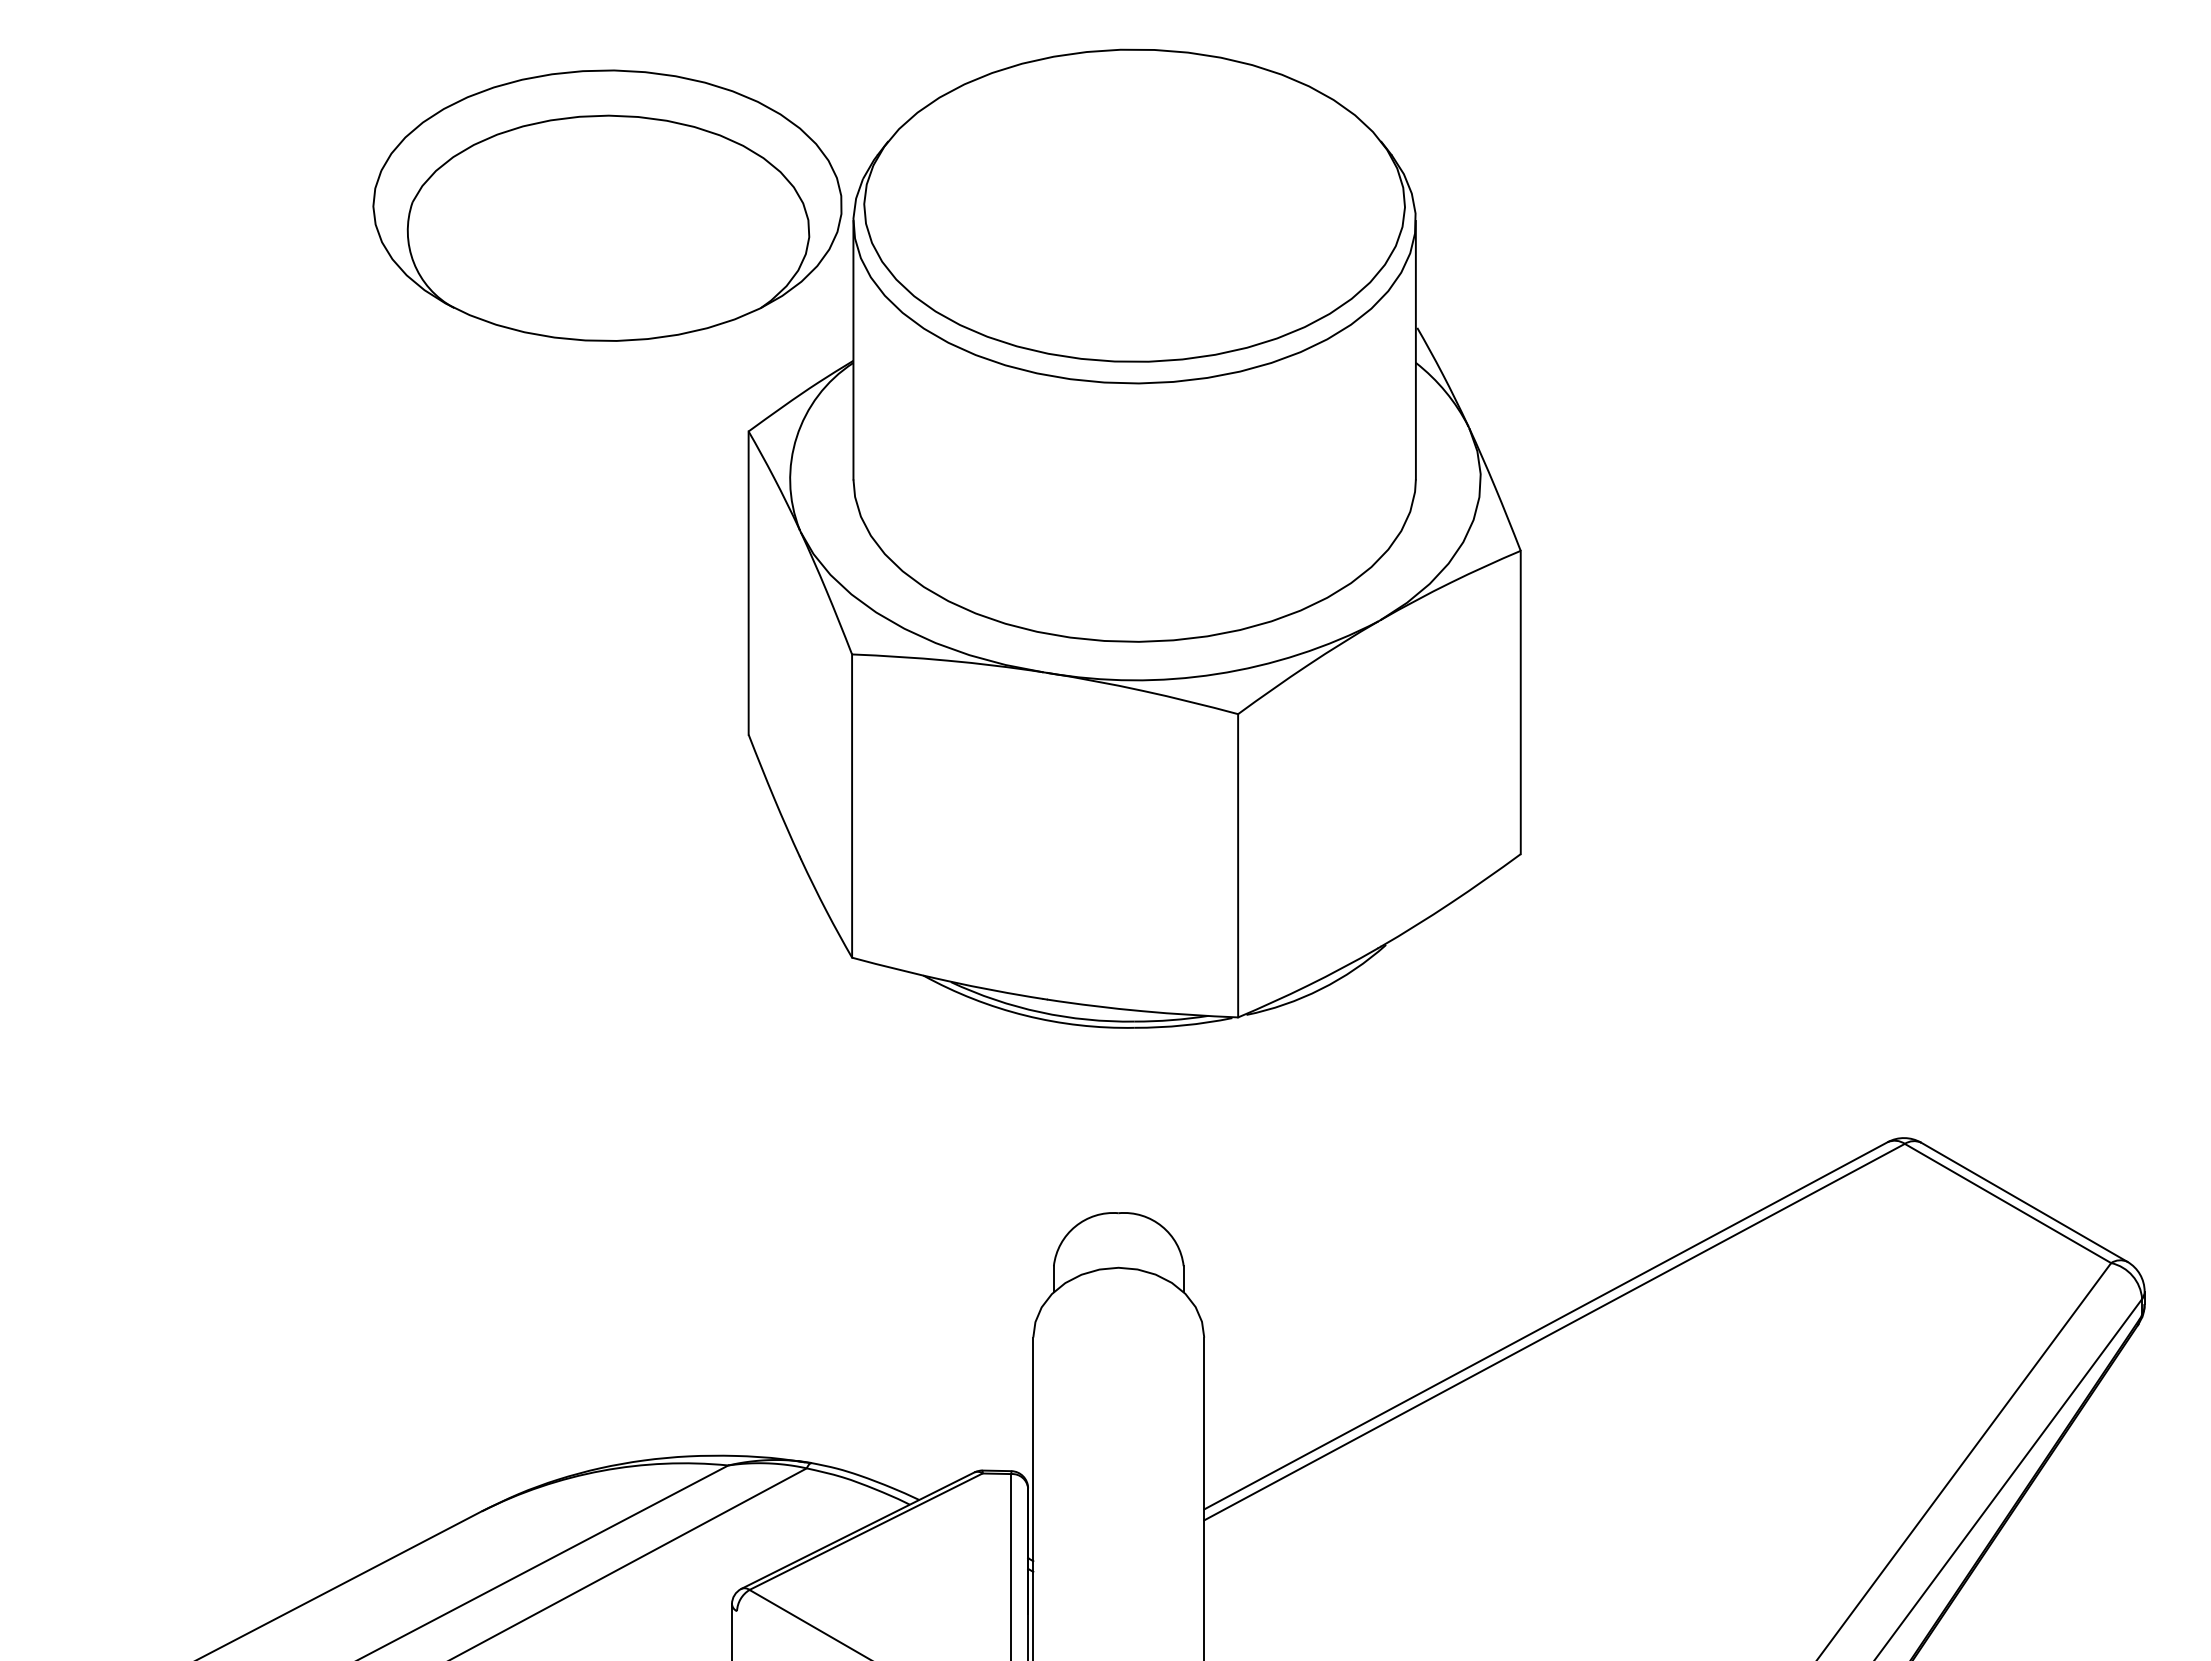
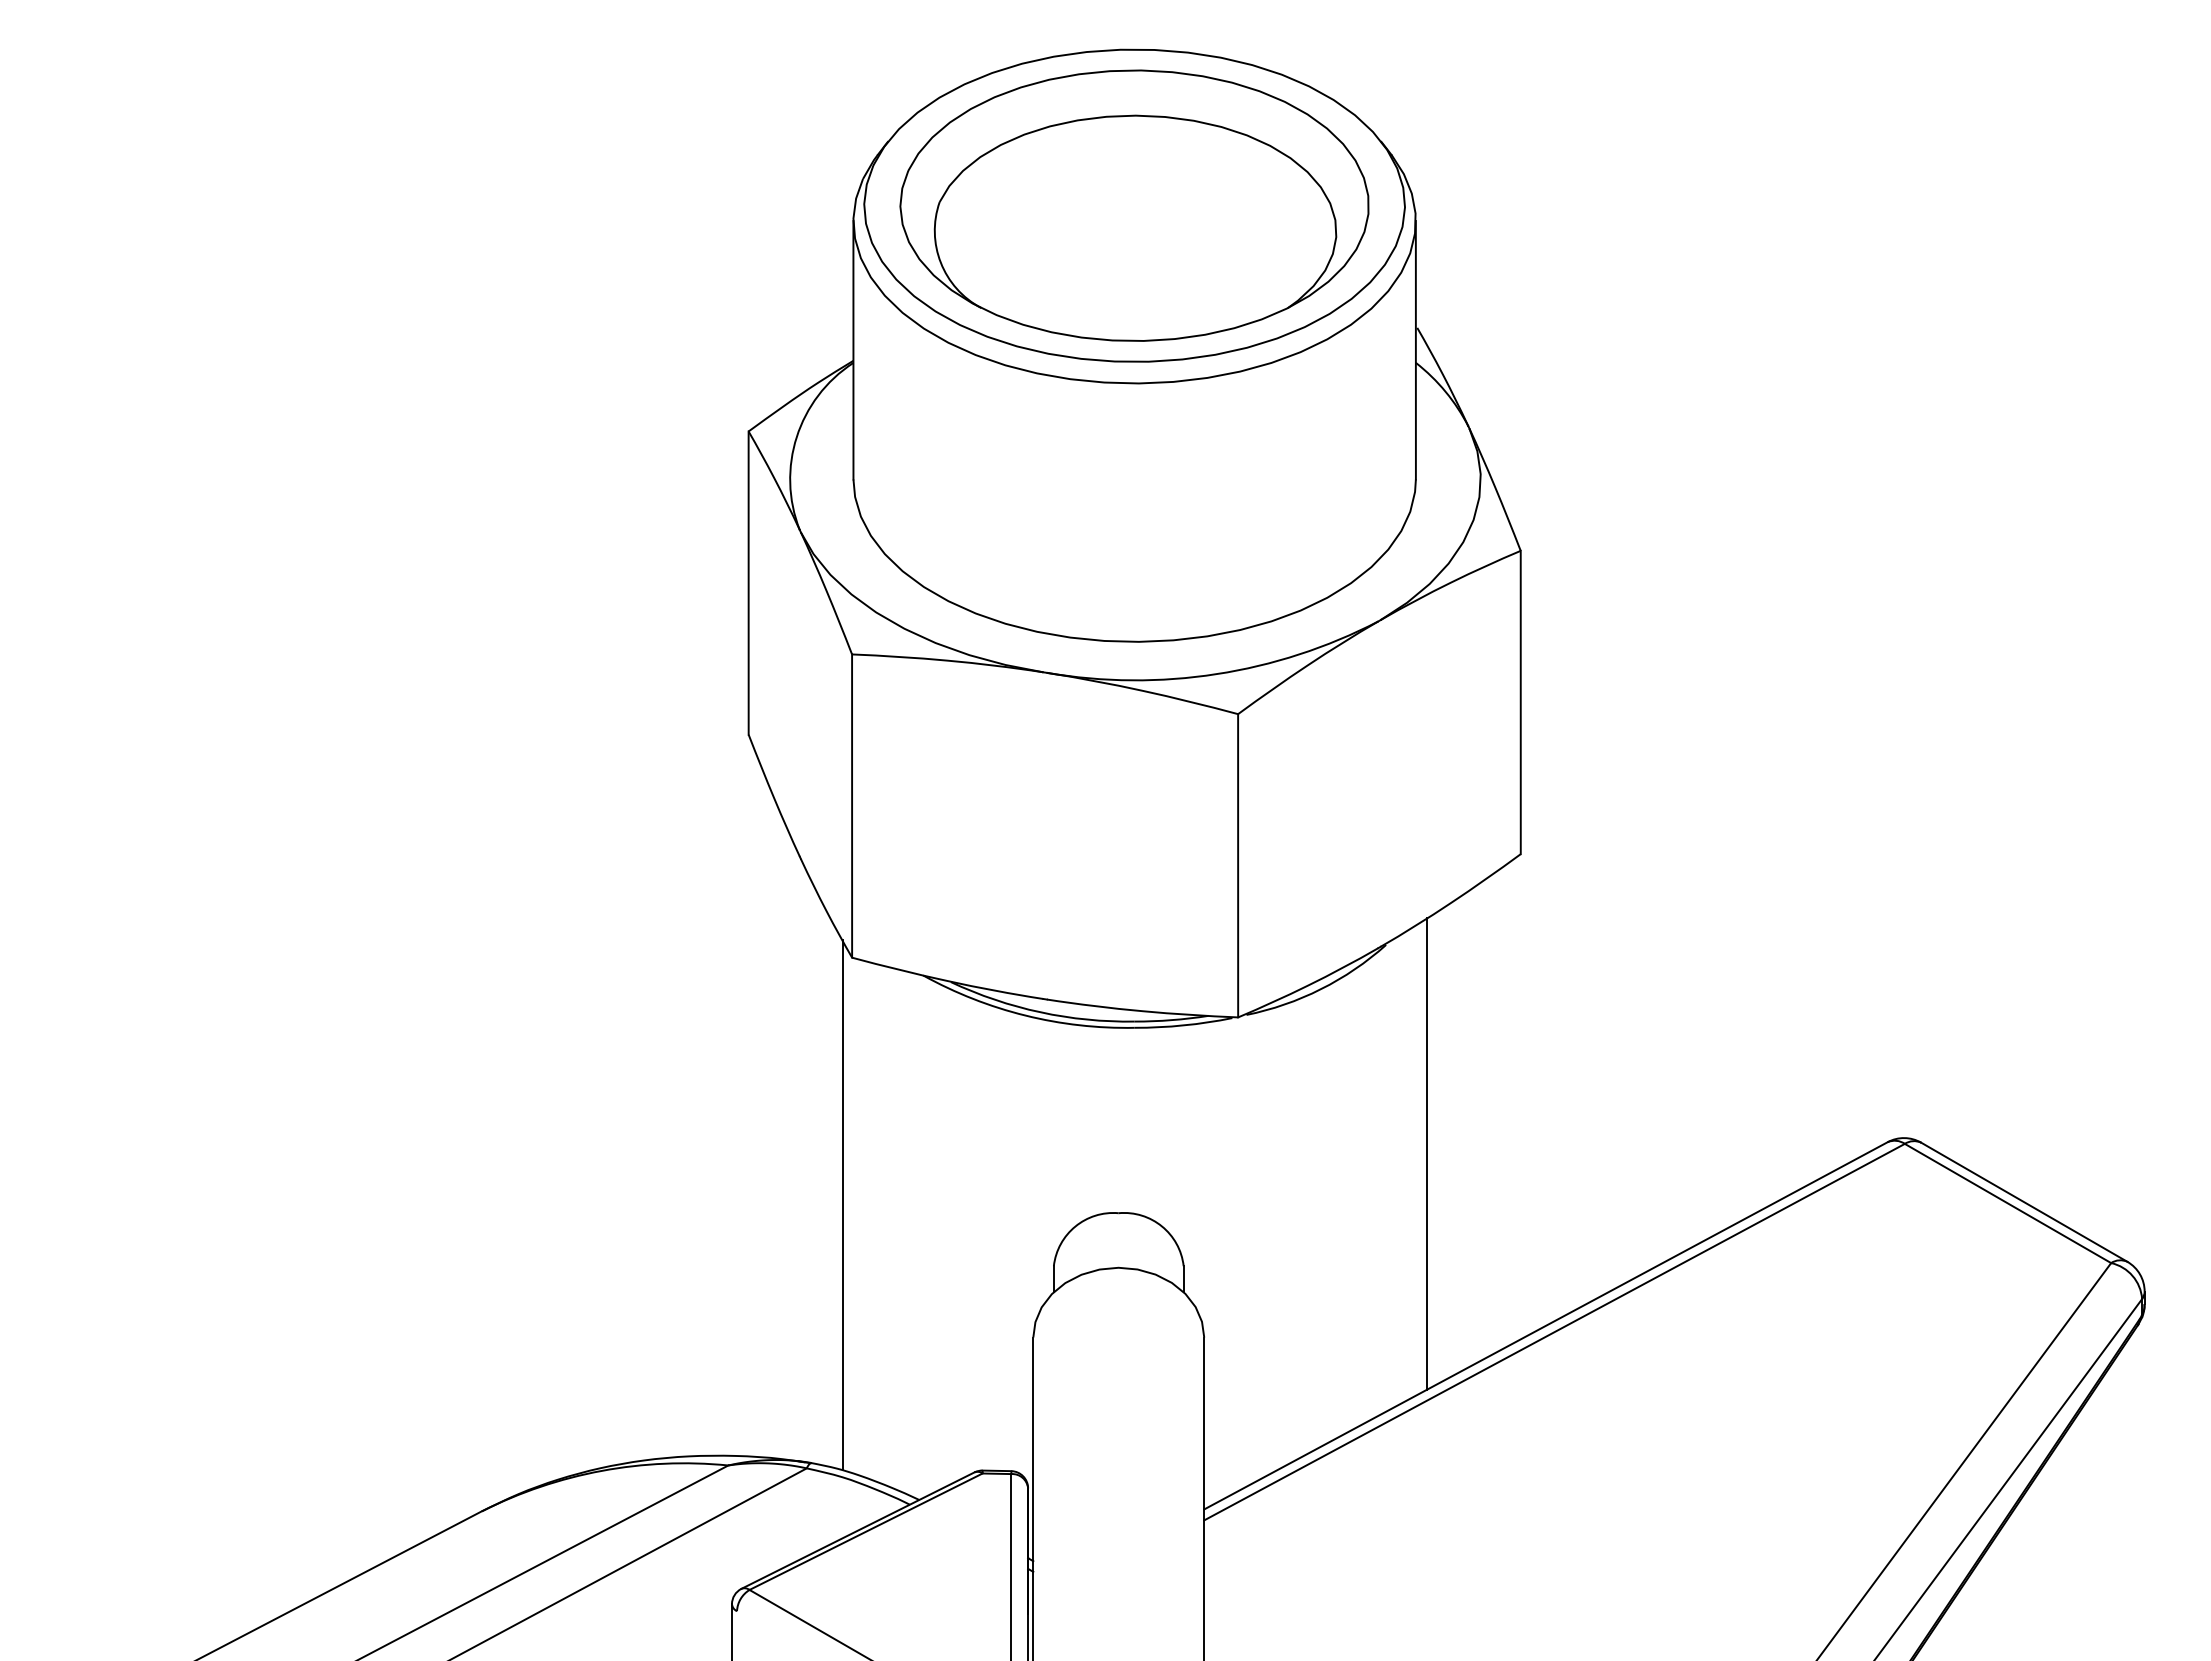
part at (607, 205) position: (607, 205) -> (1134, 205)
line at (1426, 1153): none -> present
line at (842, 1205): none -> present
